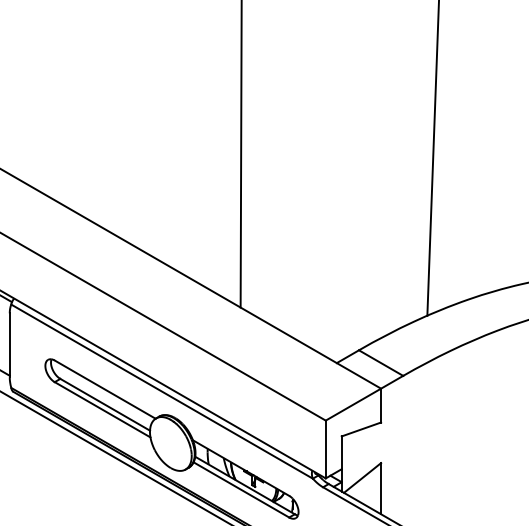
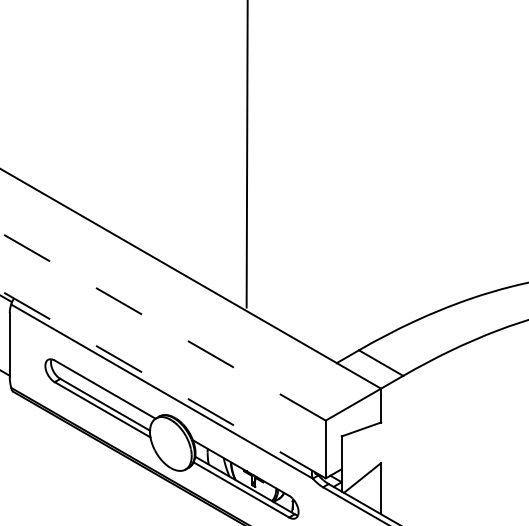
line at (240, 154) position: (240, 154) -> (246, 154)
line at (432, 158): present -> none
line at (163, 326): solid -> dashed
line at (163, 384): solid -> dashed
line at (114, 457): present -> none
